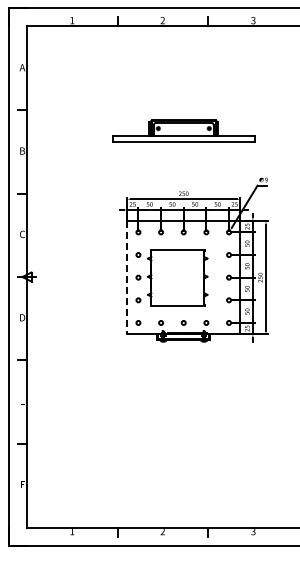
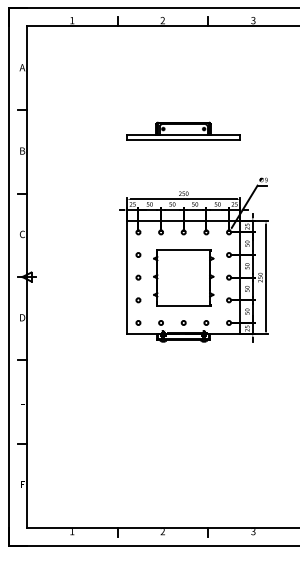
part at (183, 130) size: 144x24 px -> 115x20 px
line at (127, 277): dashed -> solid
part at (177, 277) position: (177, 277) -> (183, 277)
